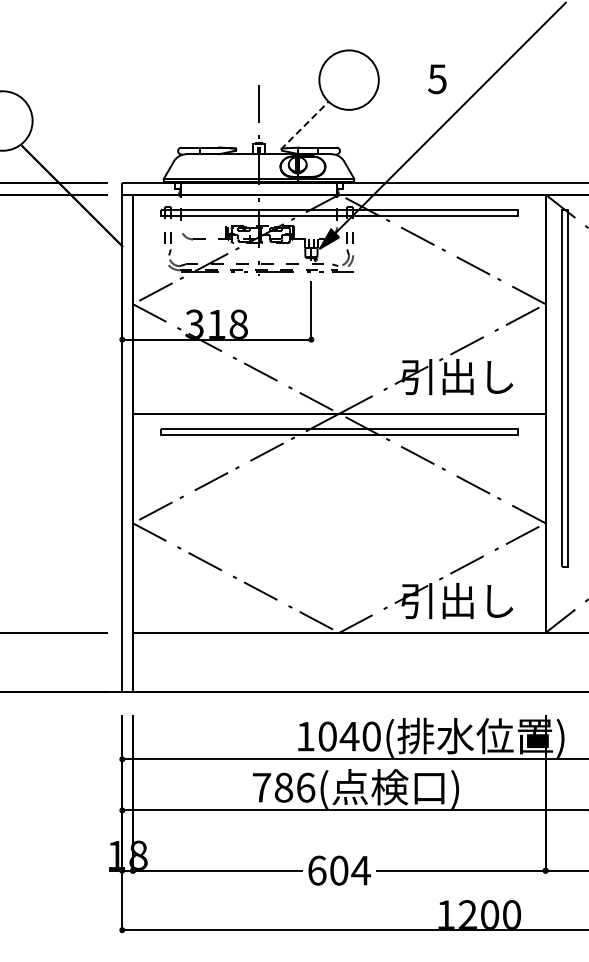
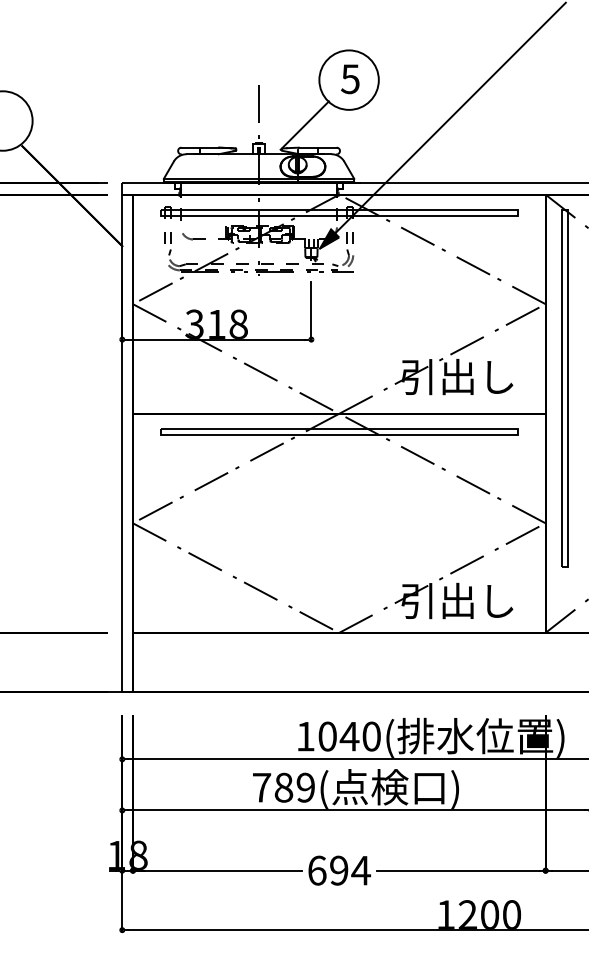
text at (437, 79) position: (437, 79) -> (350, 79)
line at (305, 125): dashed -> solid
text at (305, 787): 786( -> 789(
text at (339, 870): 604 -> 694
